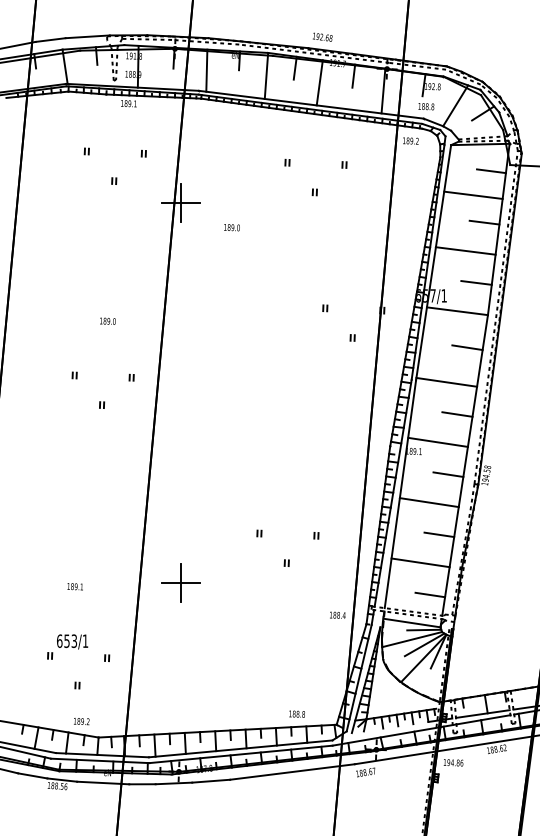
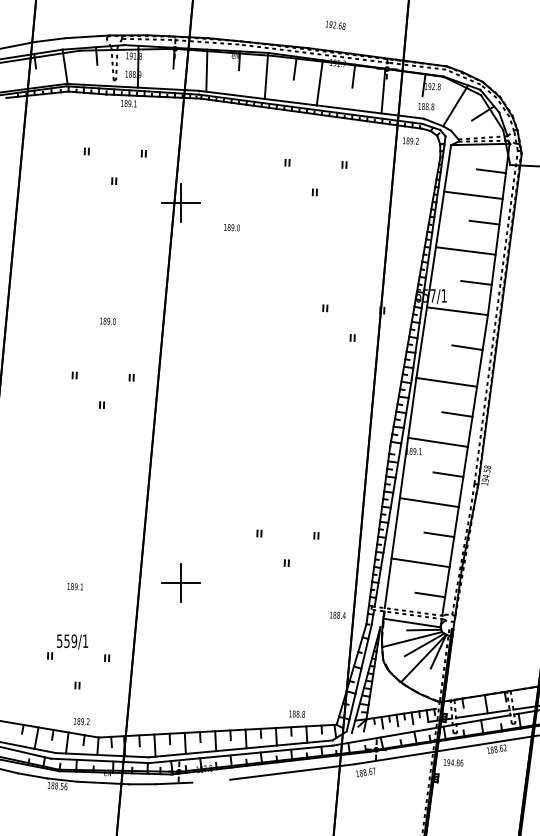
text at (322, 36) position: (322, 36) -> (335, 24)
text at (67, 640): 653/1 -> 559/1
line at (211, 780): present -> none
